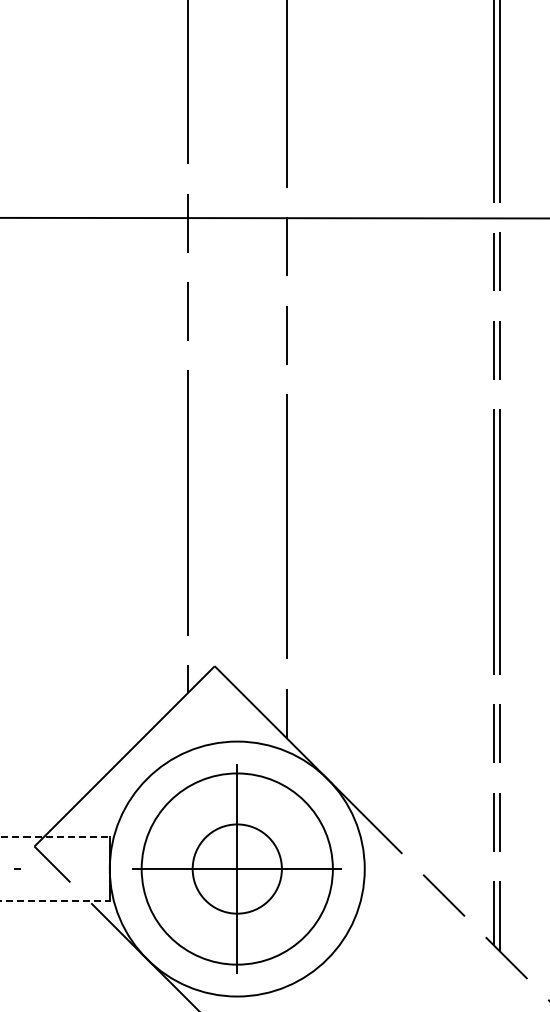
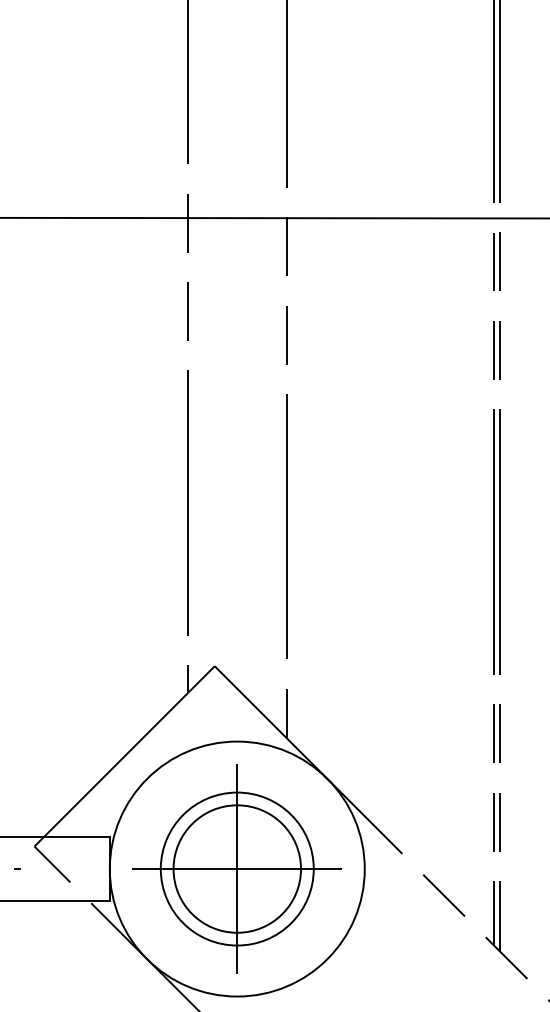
line at (55, 837): dashed -> solid
circle at (236, 868) diameter: 191 px -> 153 px
circle at (236, 868) diameter: 89 px -> 127 px
line at (55, 900): dashed -> solid
